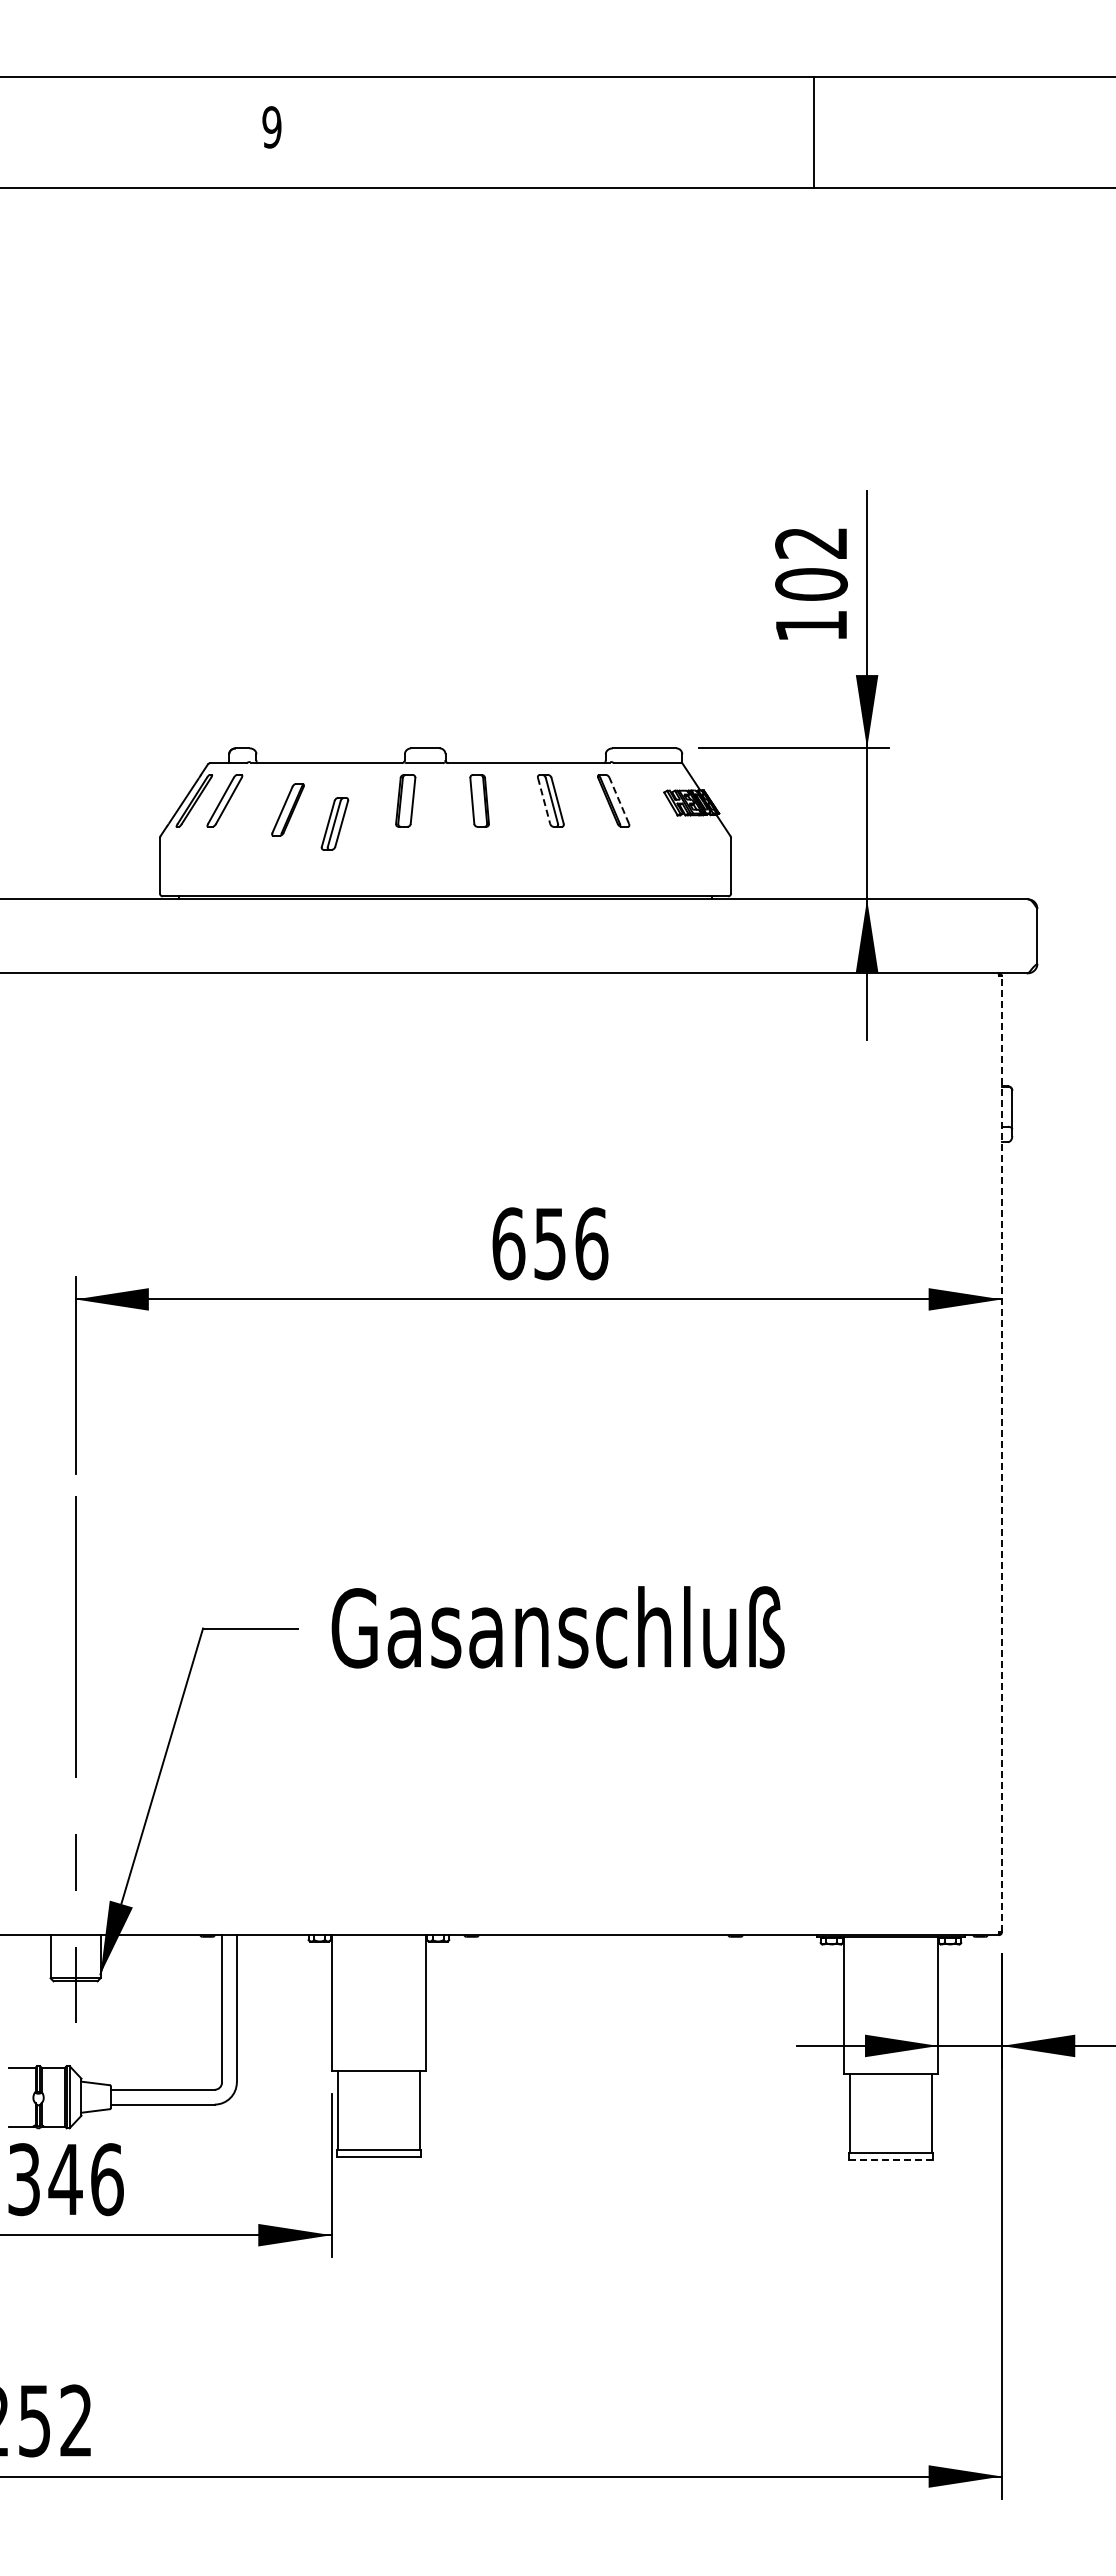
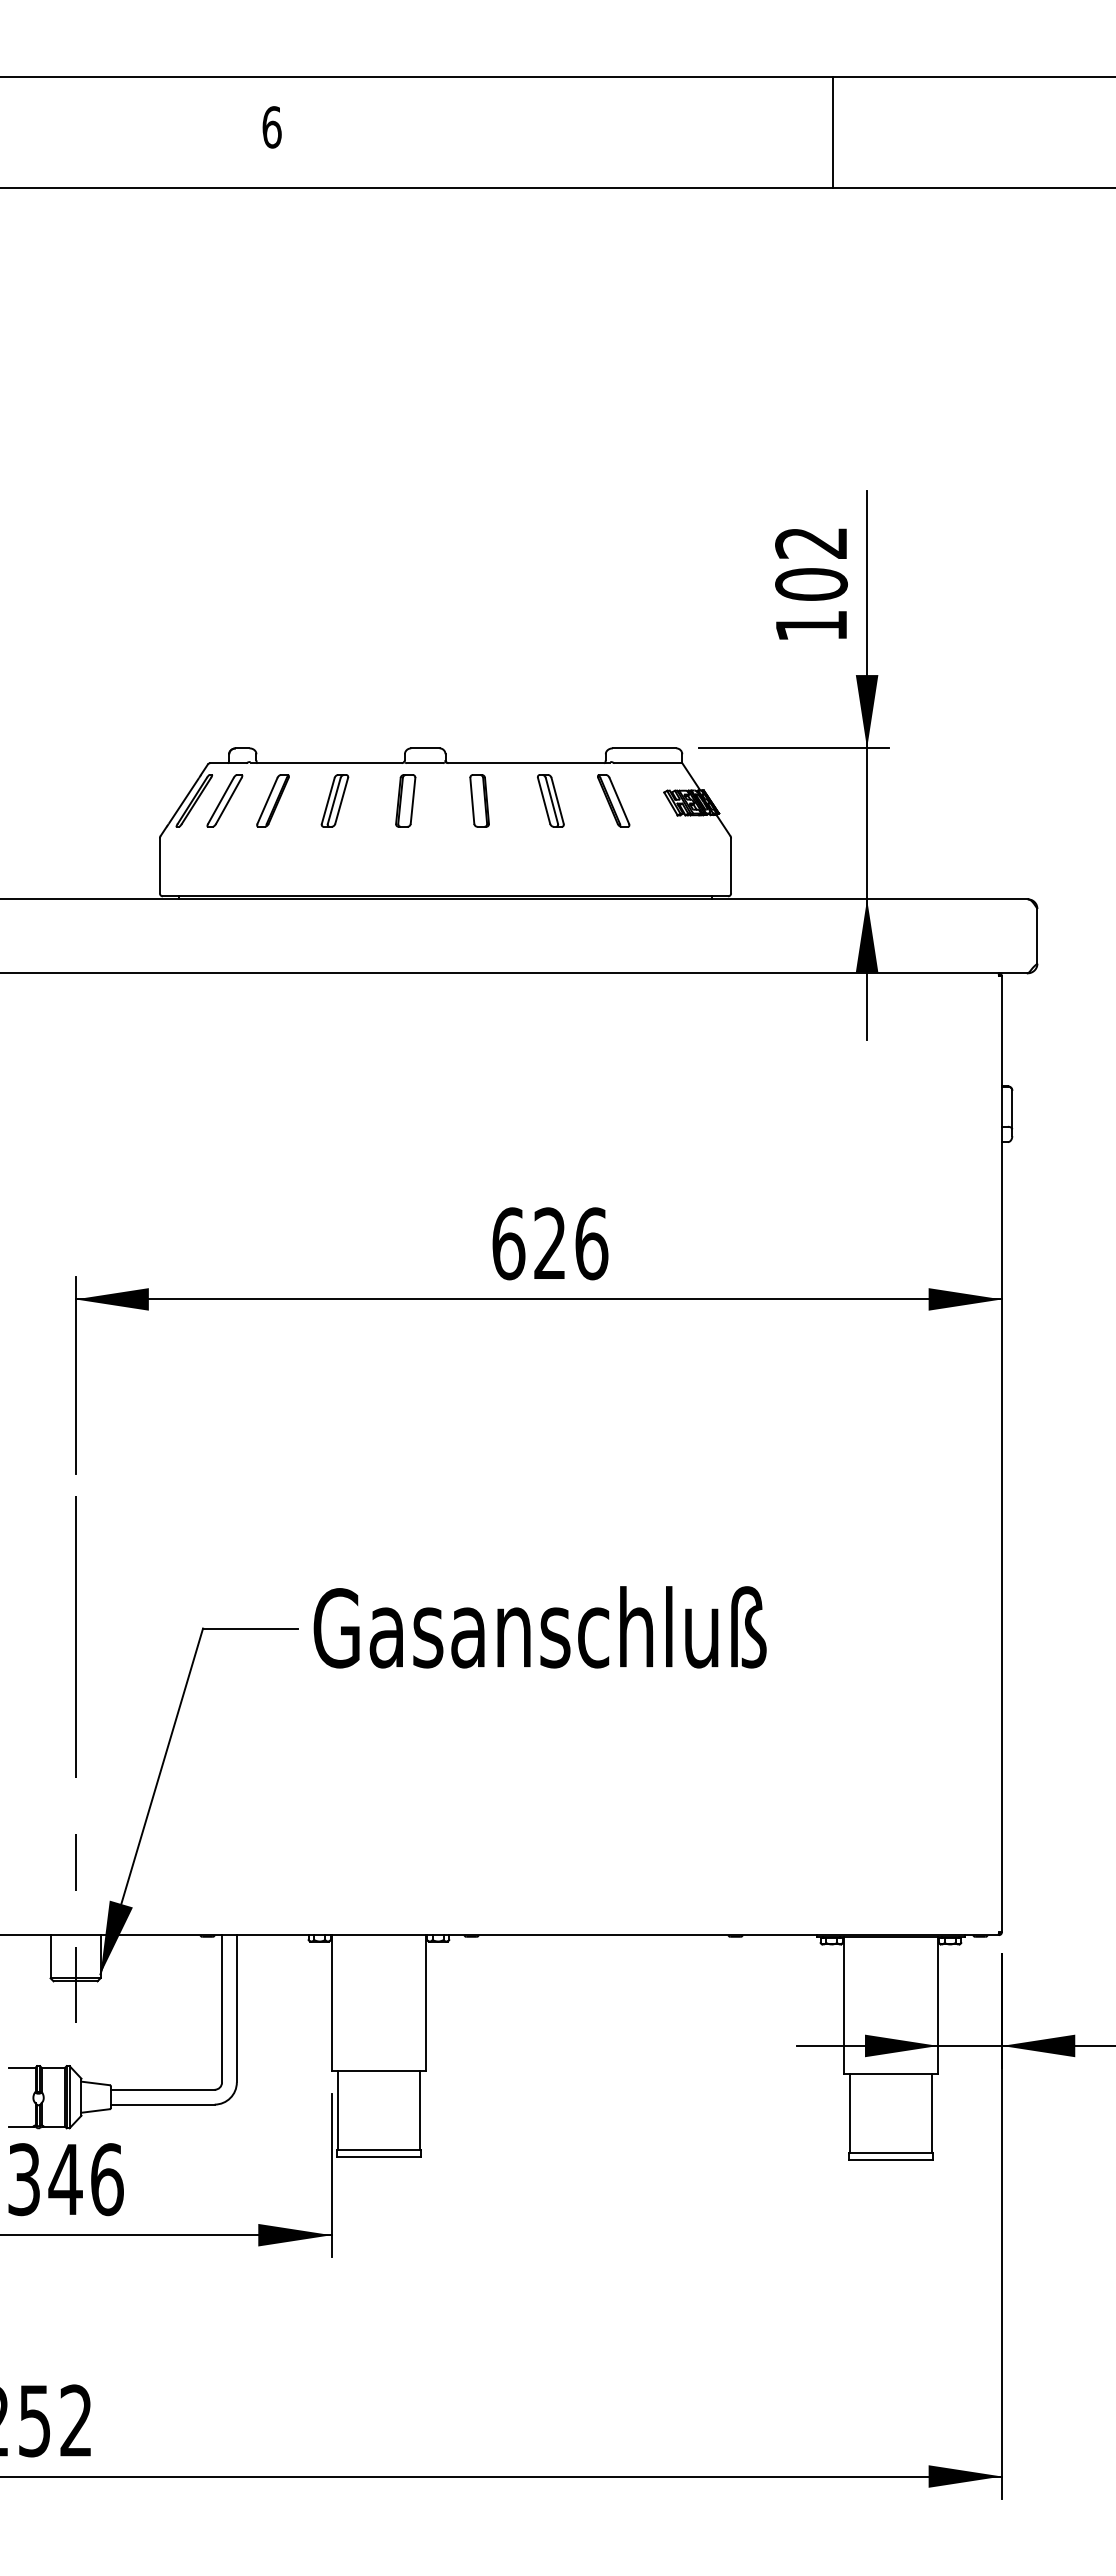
text at (271, 127): 9 -> 6
line at (814, 132) position: (814, 132) -> (833, 132)
line at (544, 800): dashed -> solid
line at (619, 800): dashed -> solid
part at (287, 809) position: (287, 809) -> (272, 800)
part at (334, 823) position: (334, 823) -> (334, 800)
text at (549, 1243): 656 -> 626
line at (1001, 1454): dashed -> solid
text at (557, 1627) position: (557, 1627) -> (539, 1627)
line at (891, 2160): dashed -> solid
